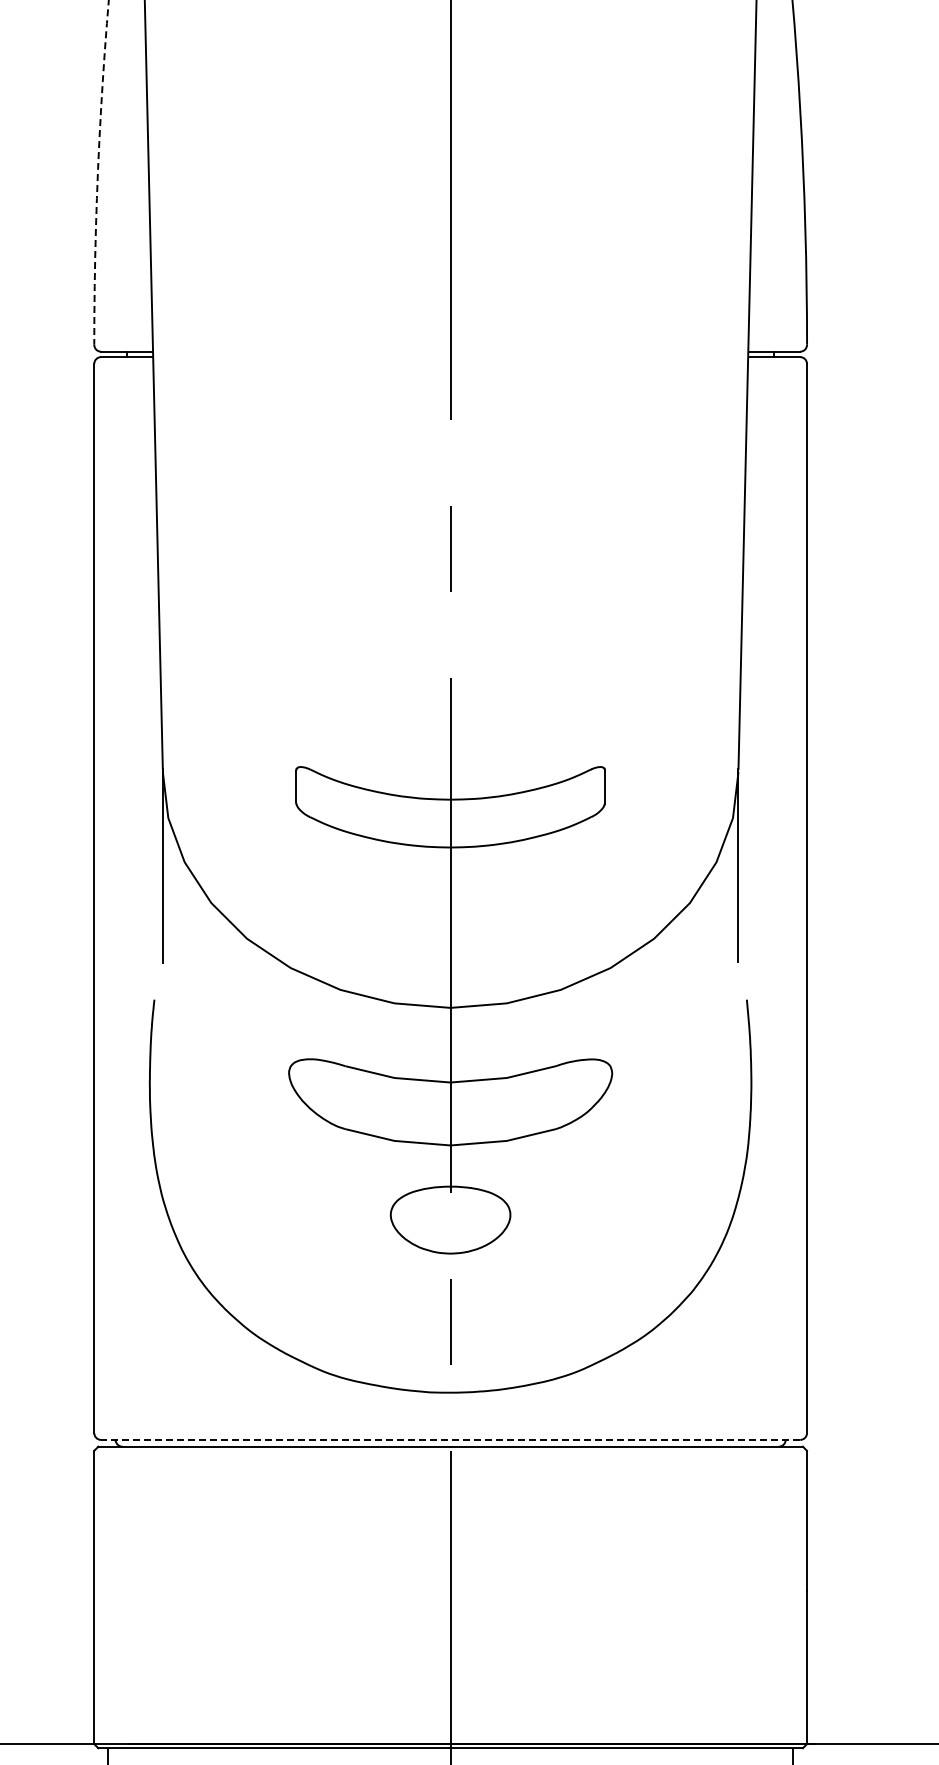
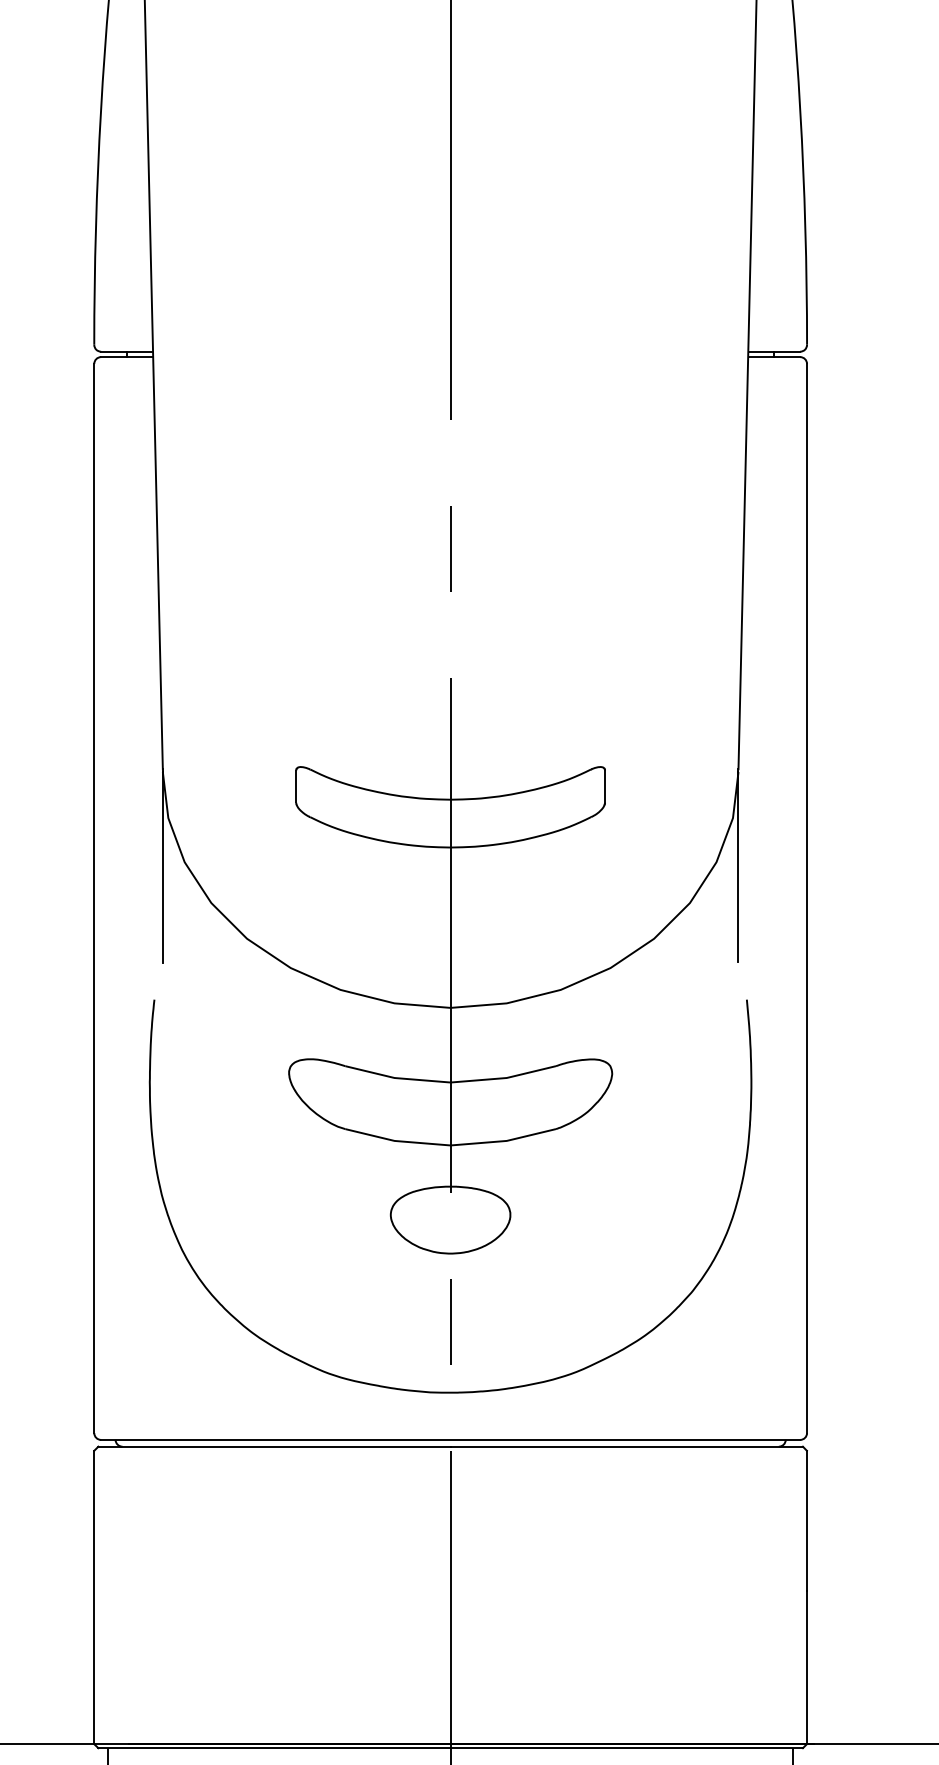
arc at (97, 172): dashed -> solid
line at (450, 1439): dashed -> solid
